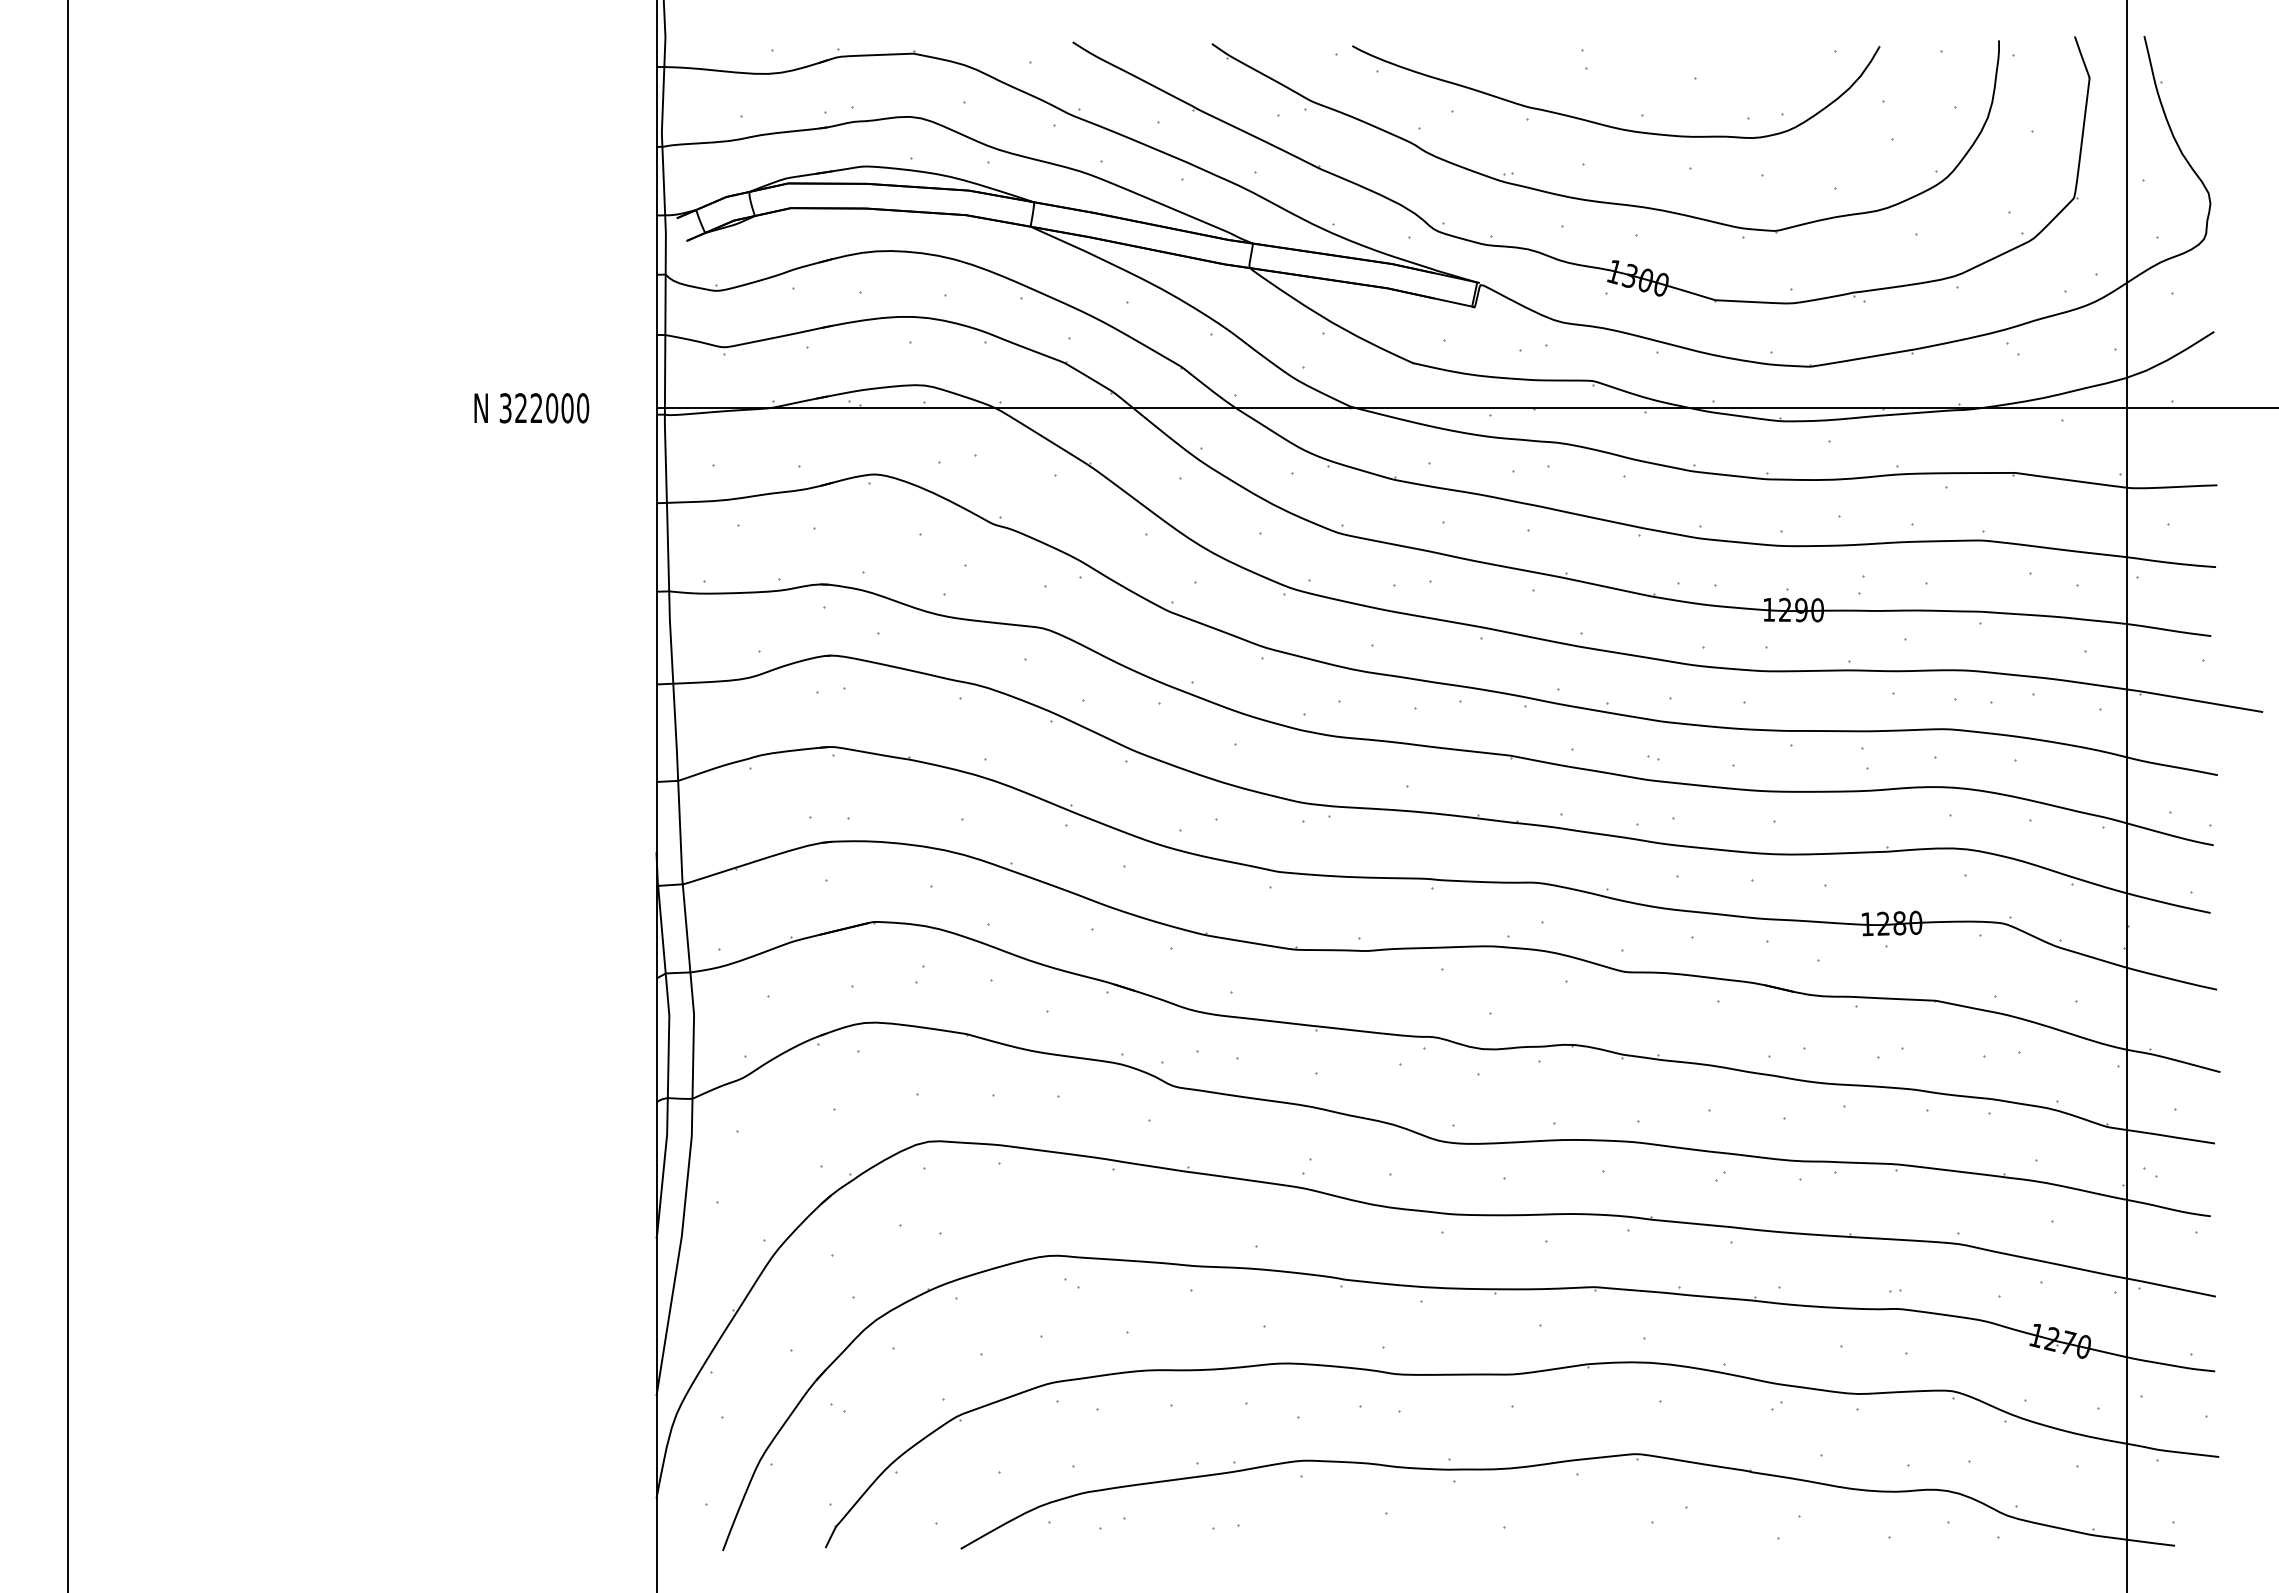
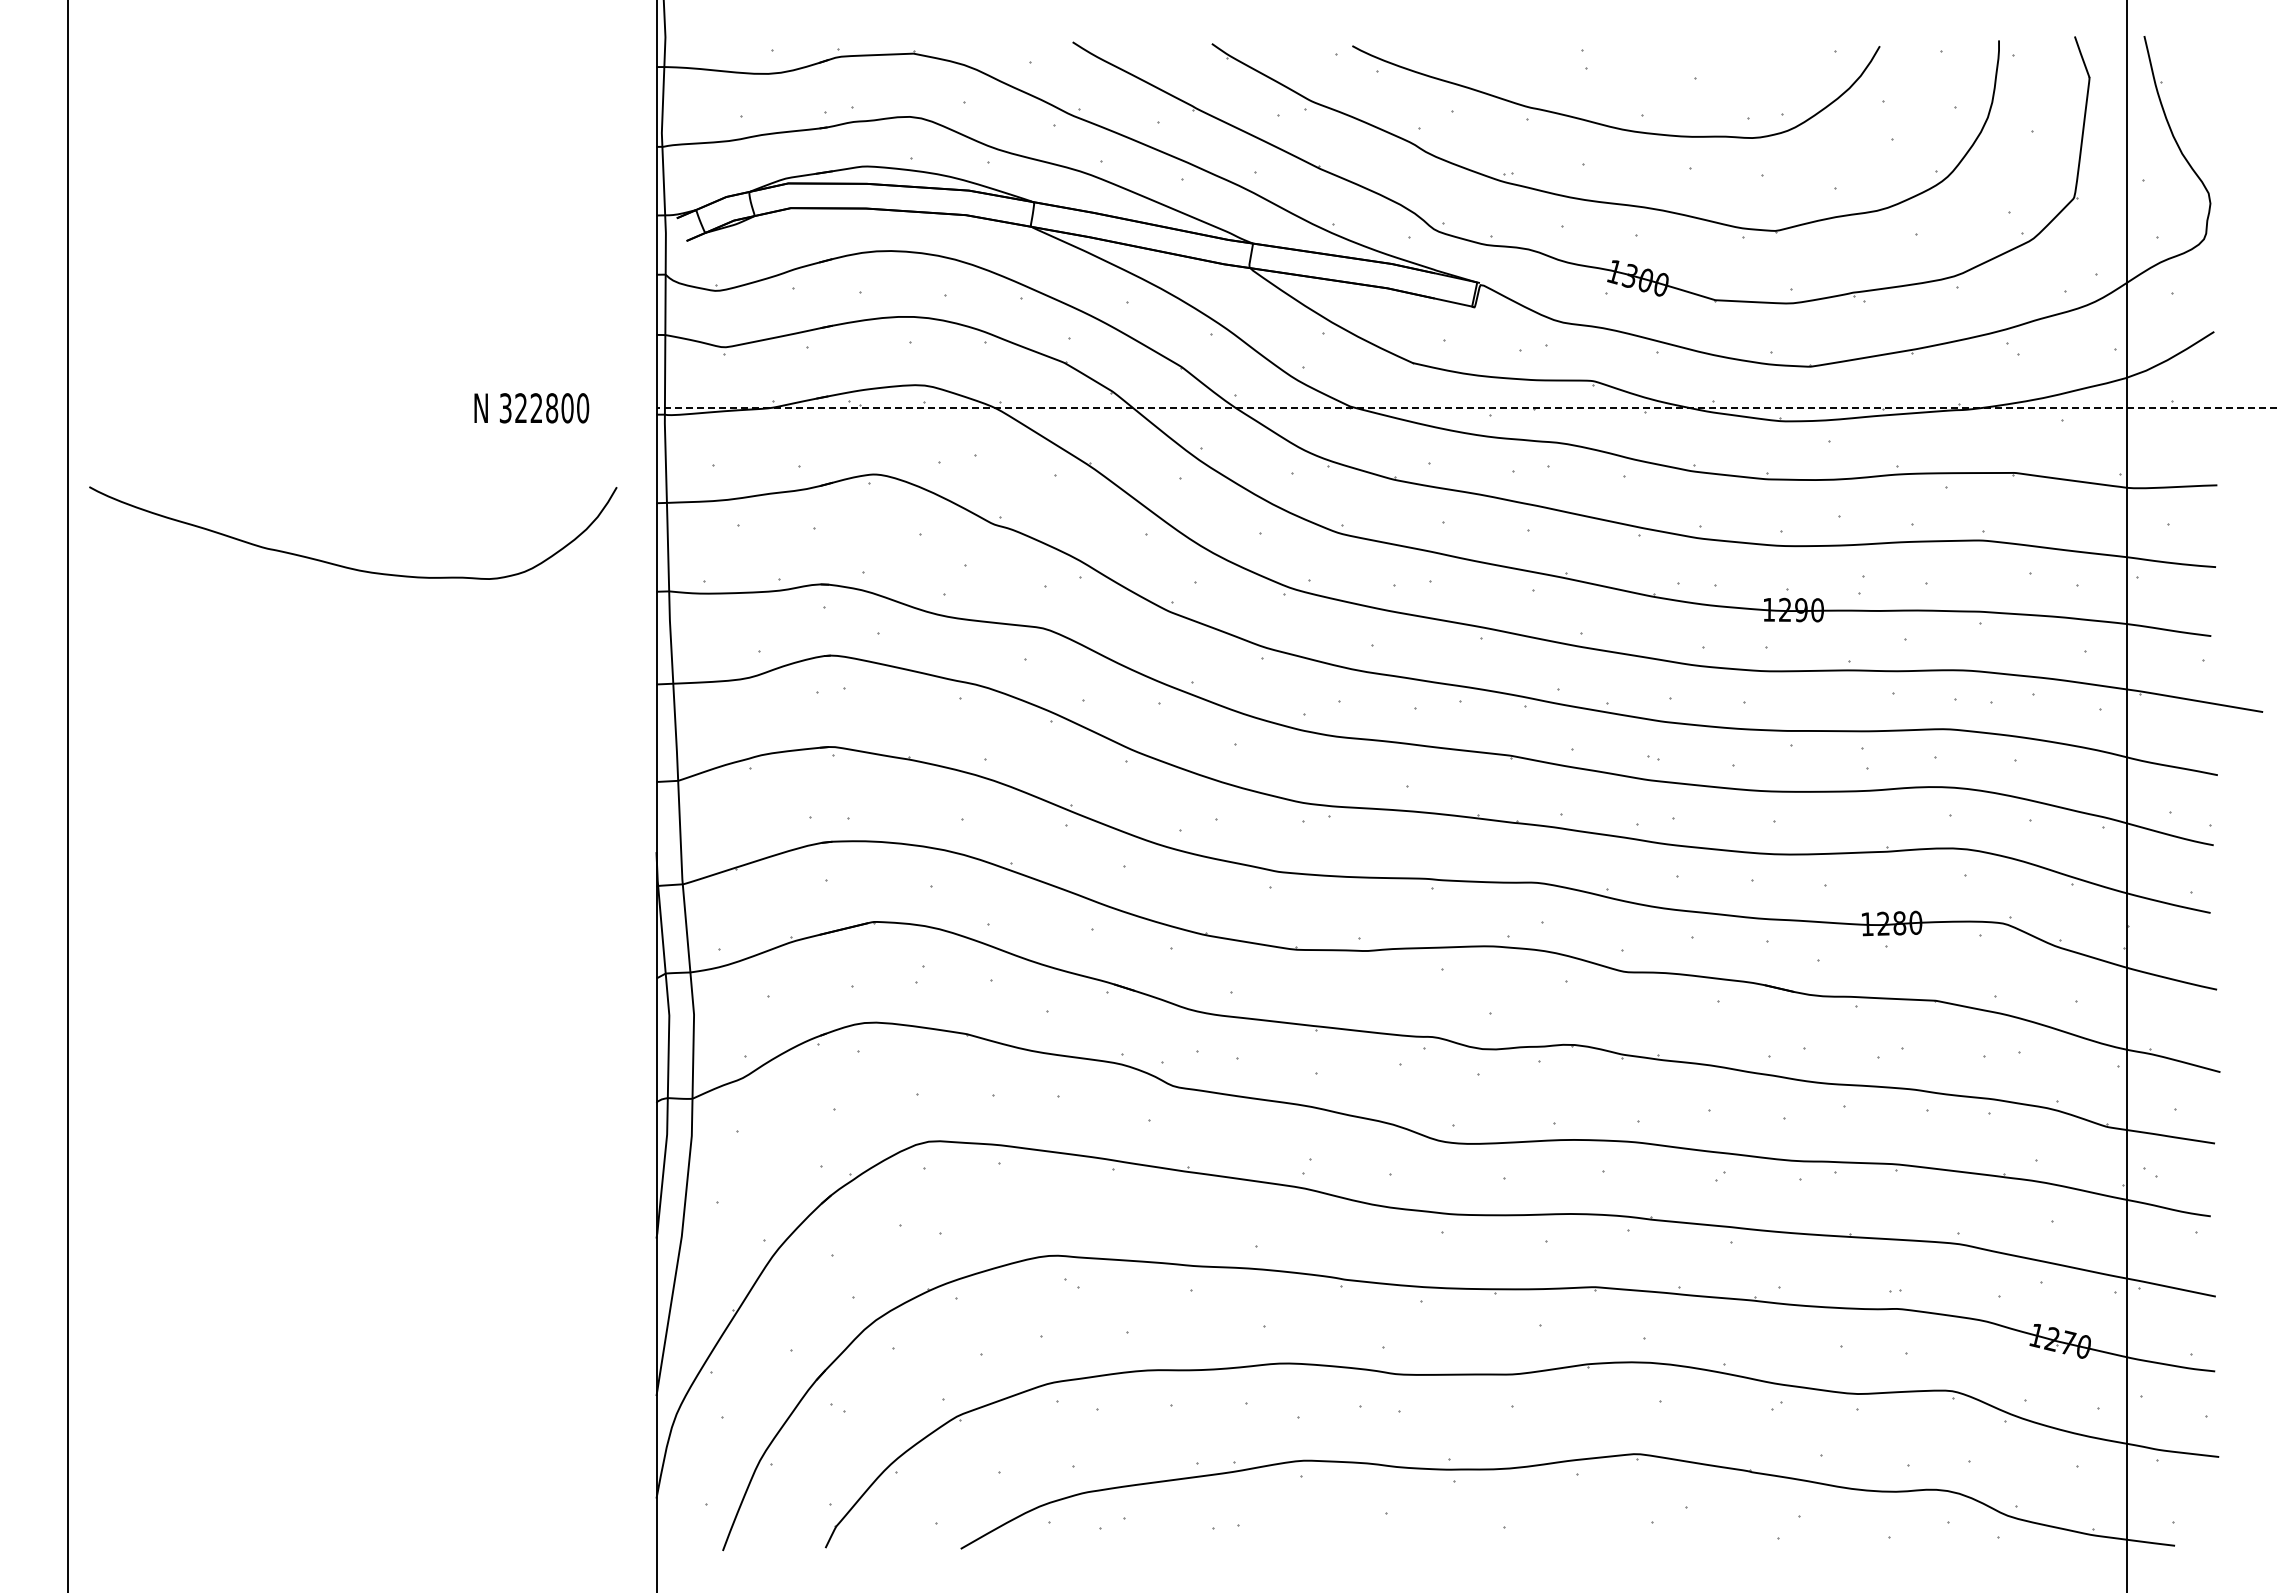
text at (552, 408): 322000 -> 322800
line at (1466, 408): solid -> dashed
curve at (343, 565): none -> present
